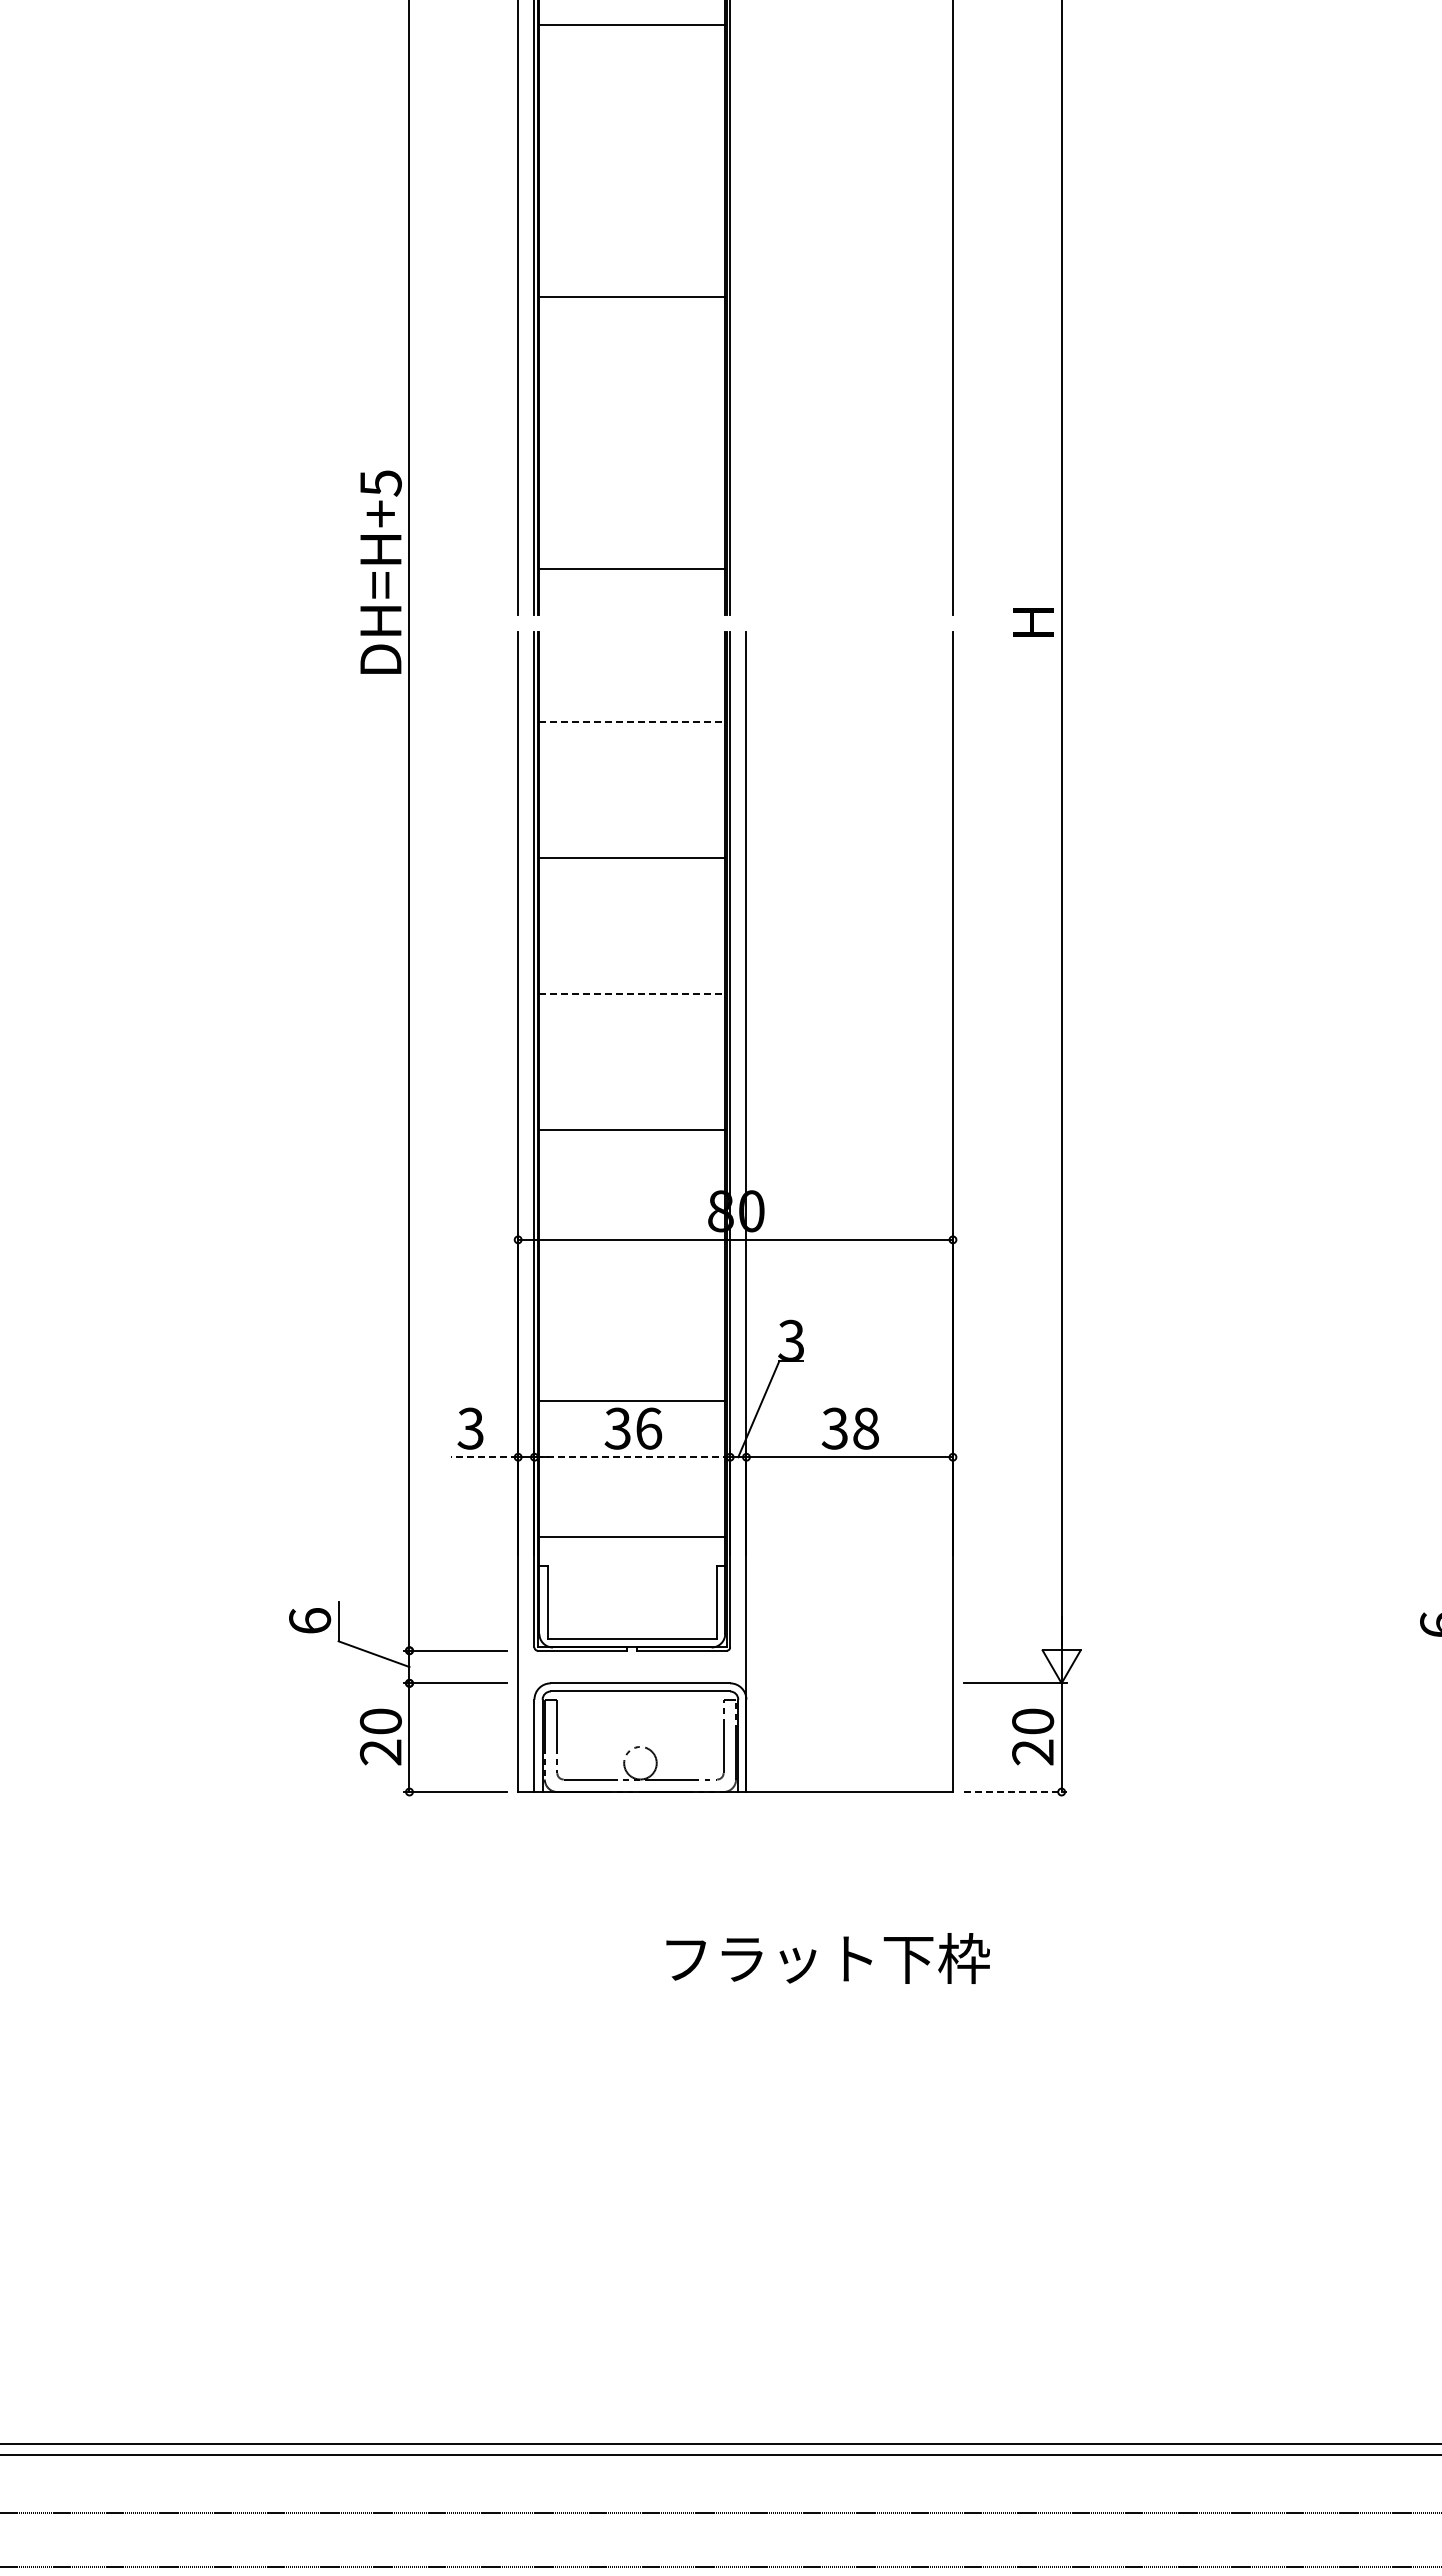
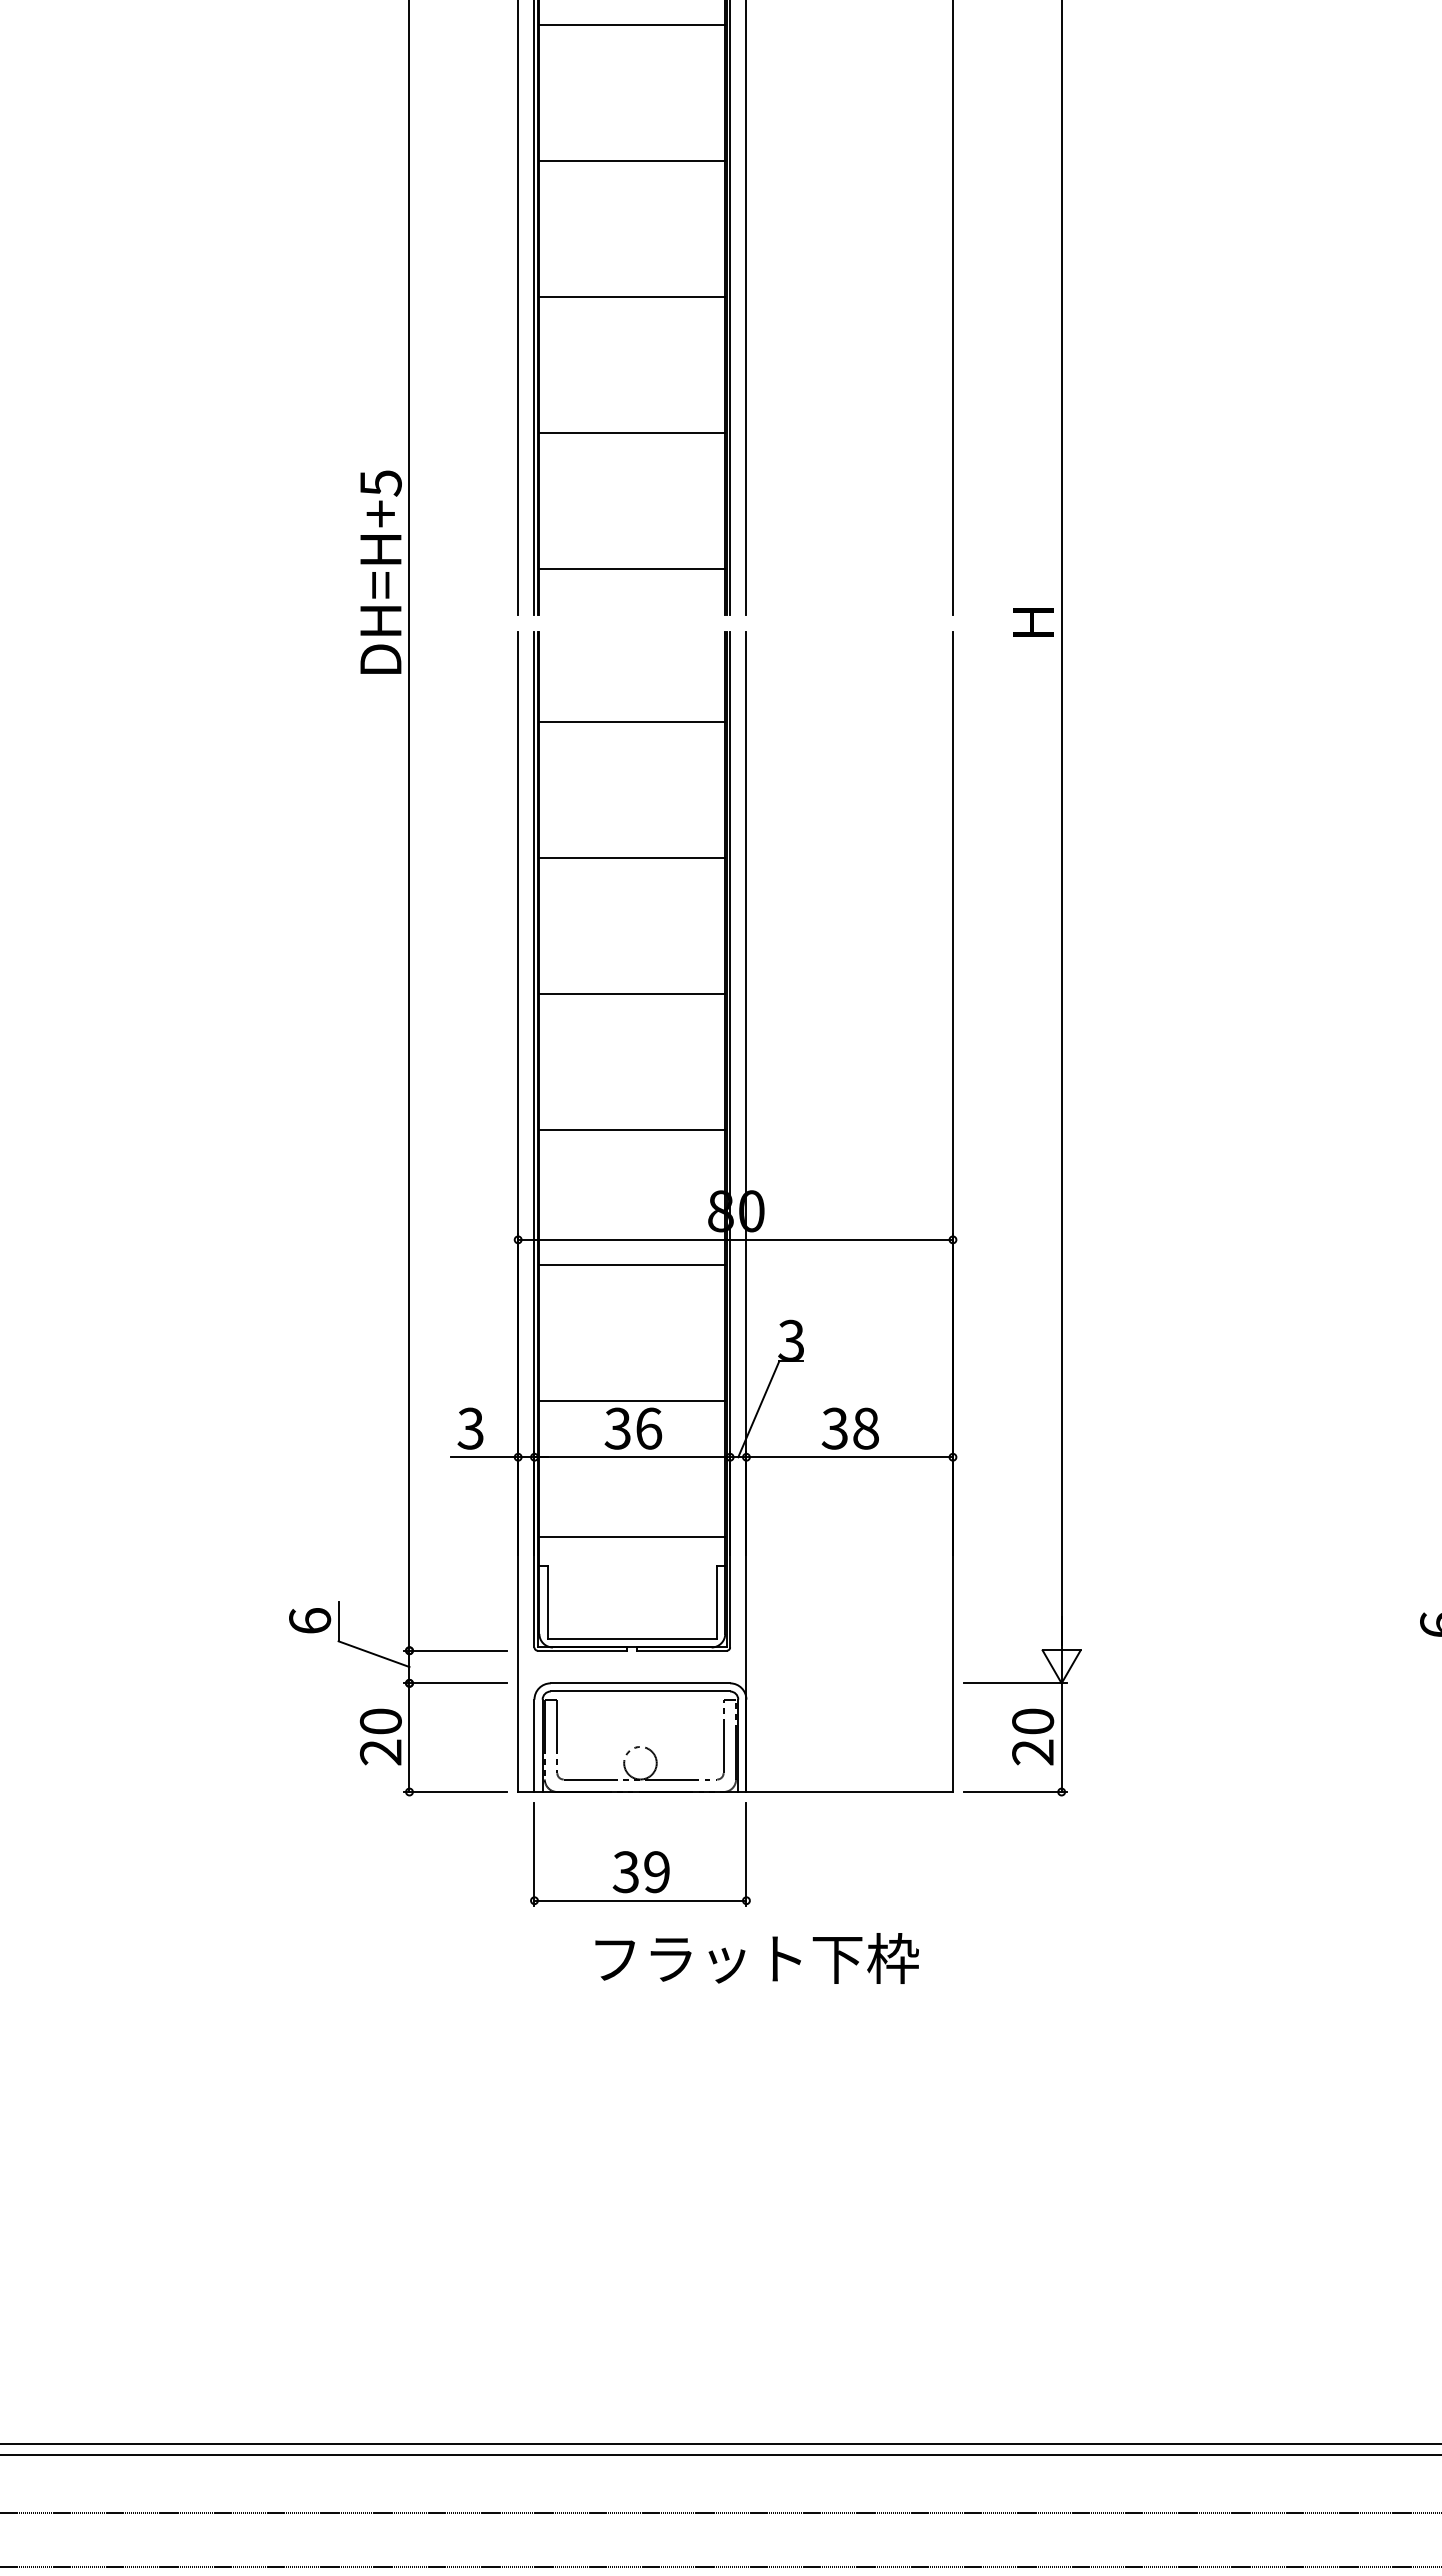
line at (632, 161): none -> present
line at (746, 308): none -> present
line at (632, 432): none -> present
line at (632, 721): dashed -> solid
line at (632, 993): dashed -> solid
line at (632, 1265): none -> present
line at (484, 1457): dashed -> solid
line at (632, 1457): dashed -> solid
line at (1015, 1792): dashed -> solid
part at (640, 1854): none -> present
text at (827, 1958) position: (827, 1958) -> (756, 1958)
